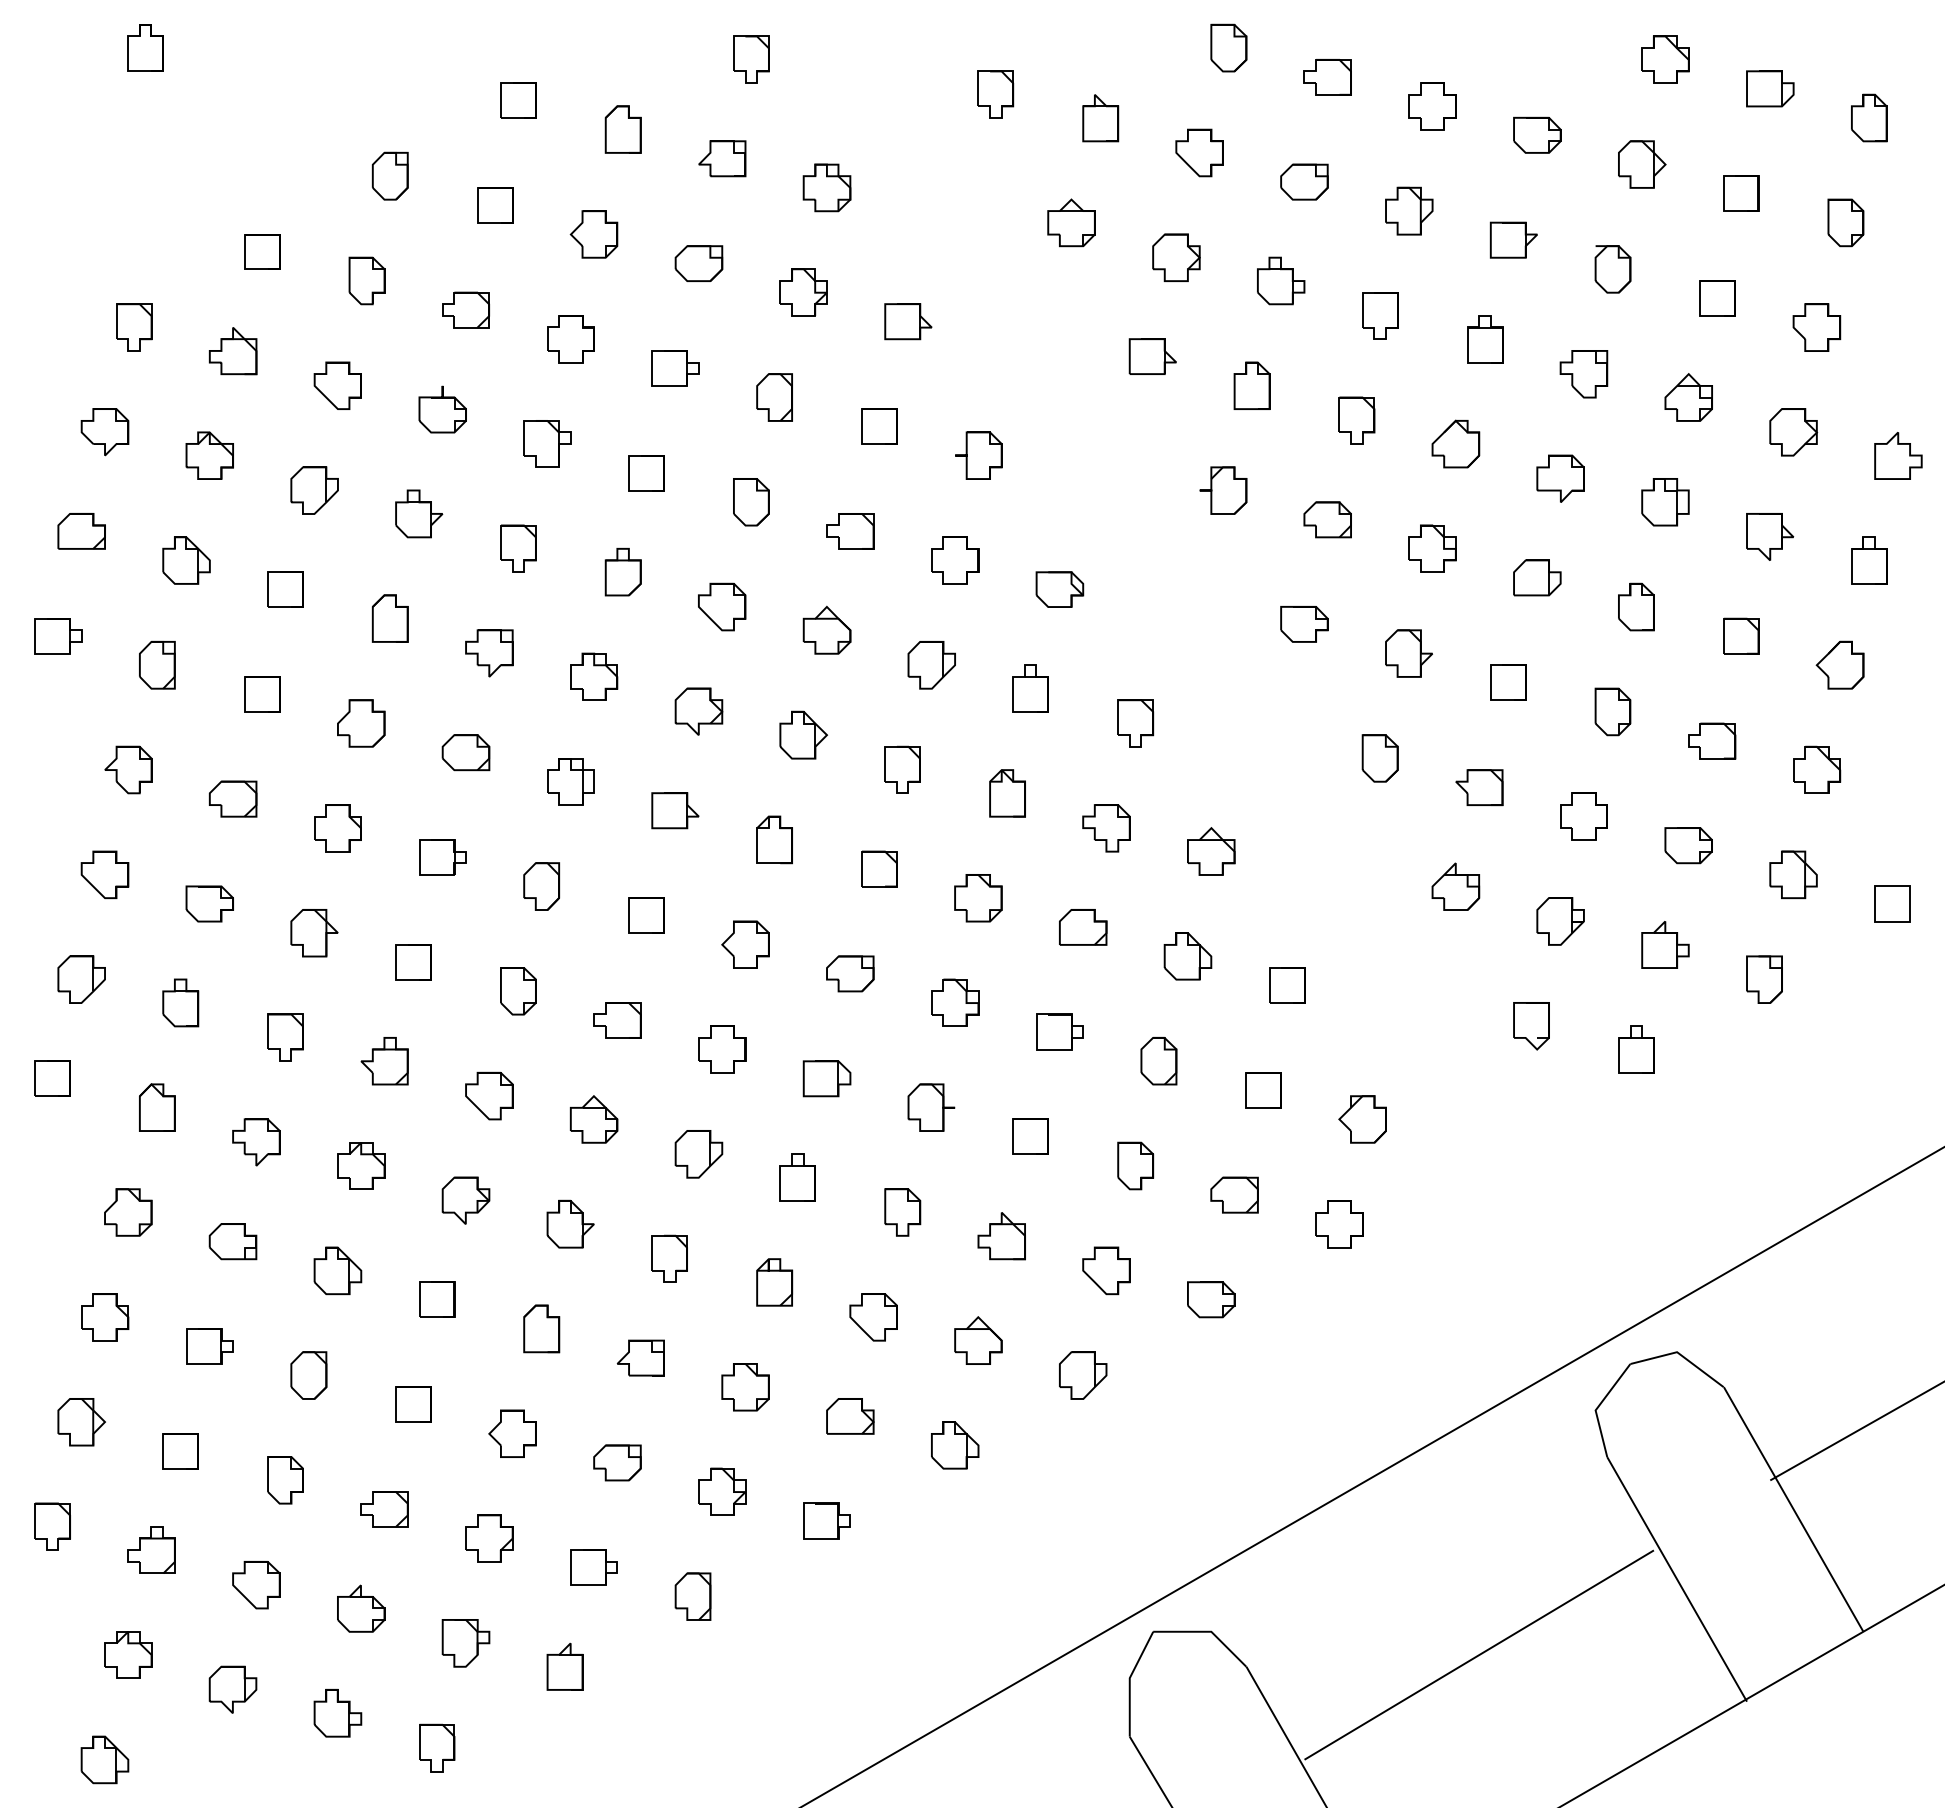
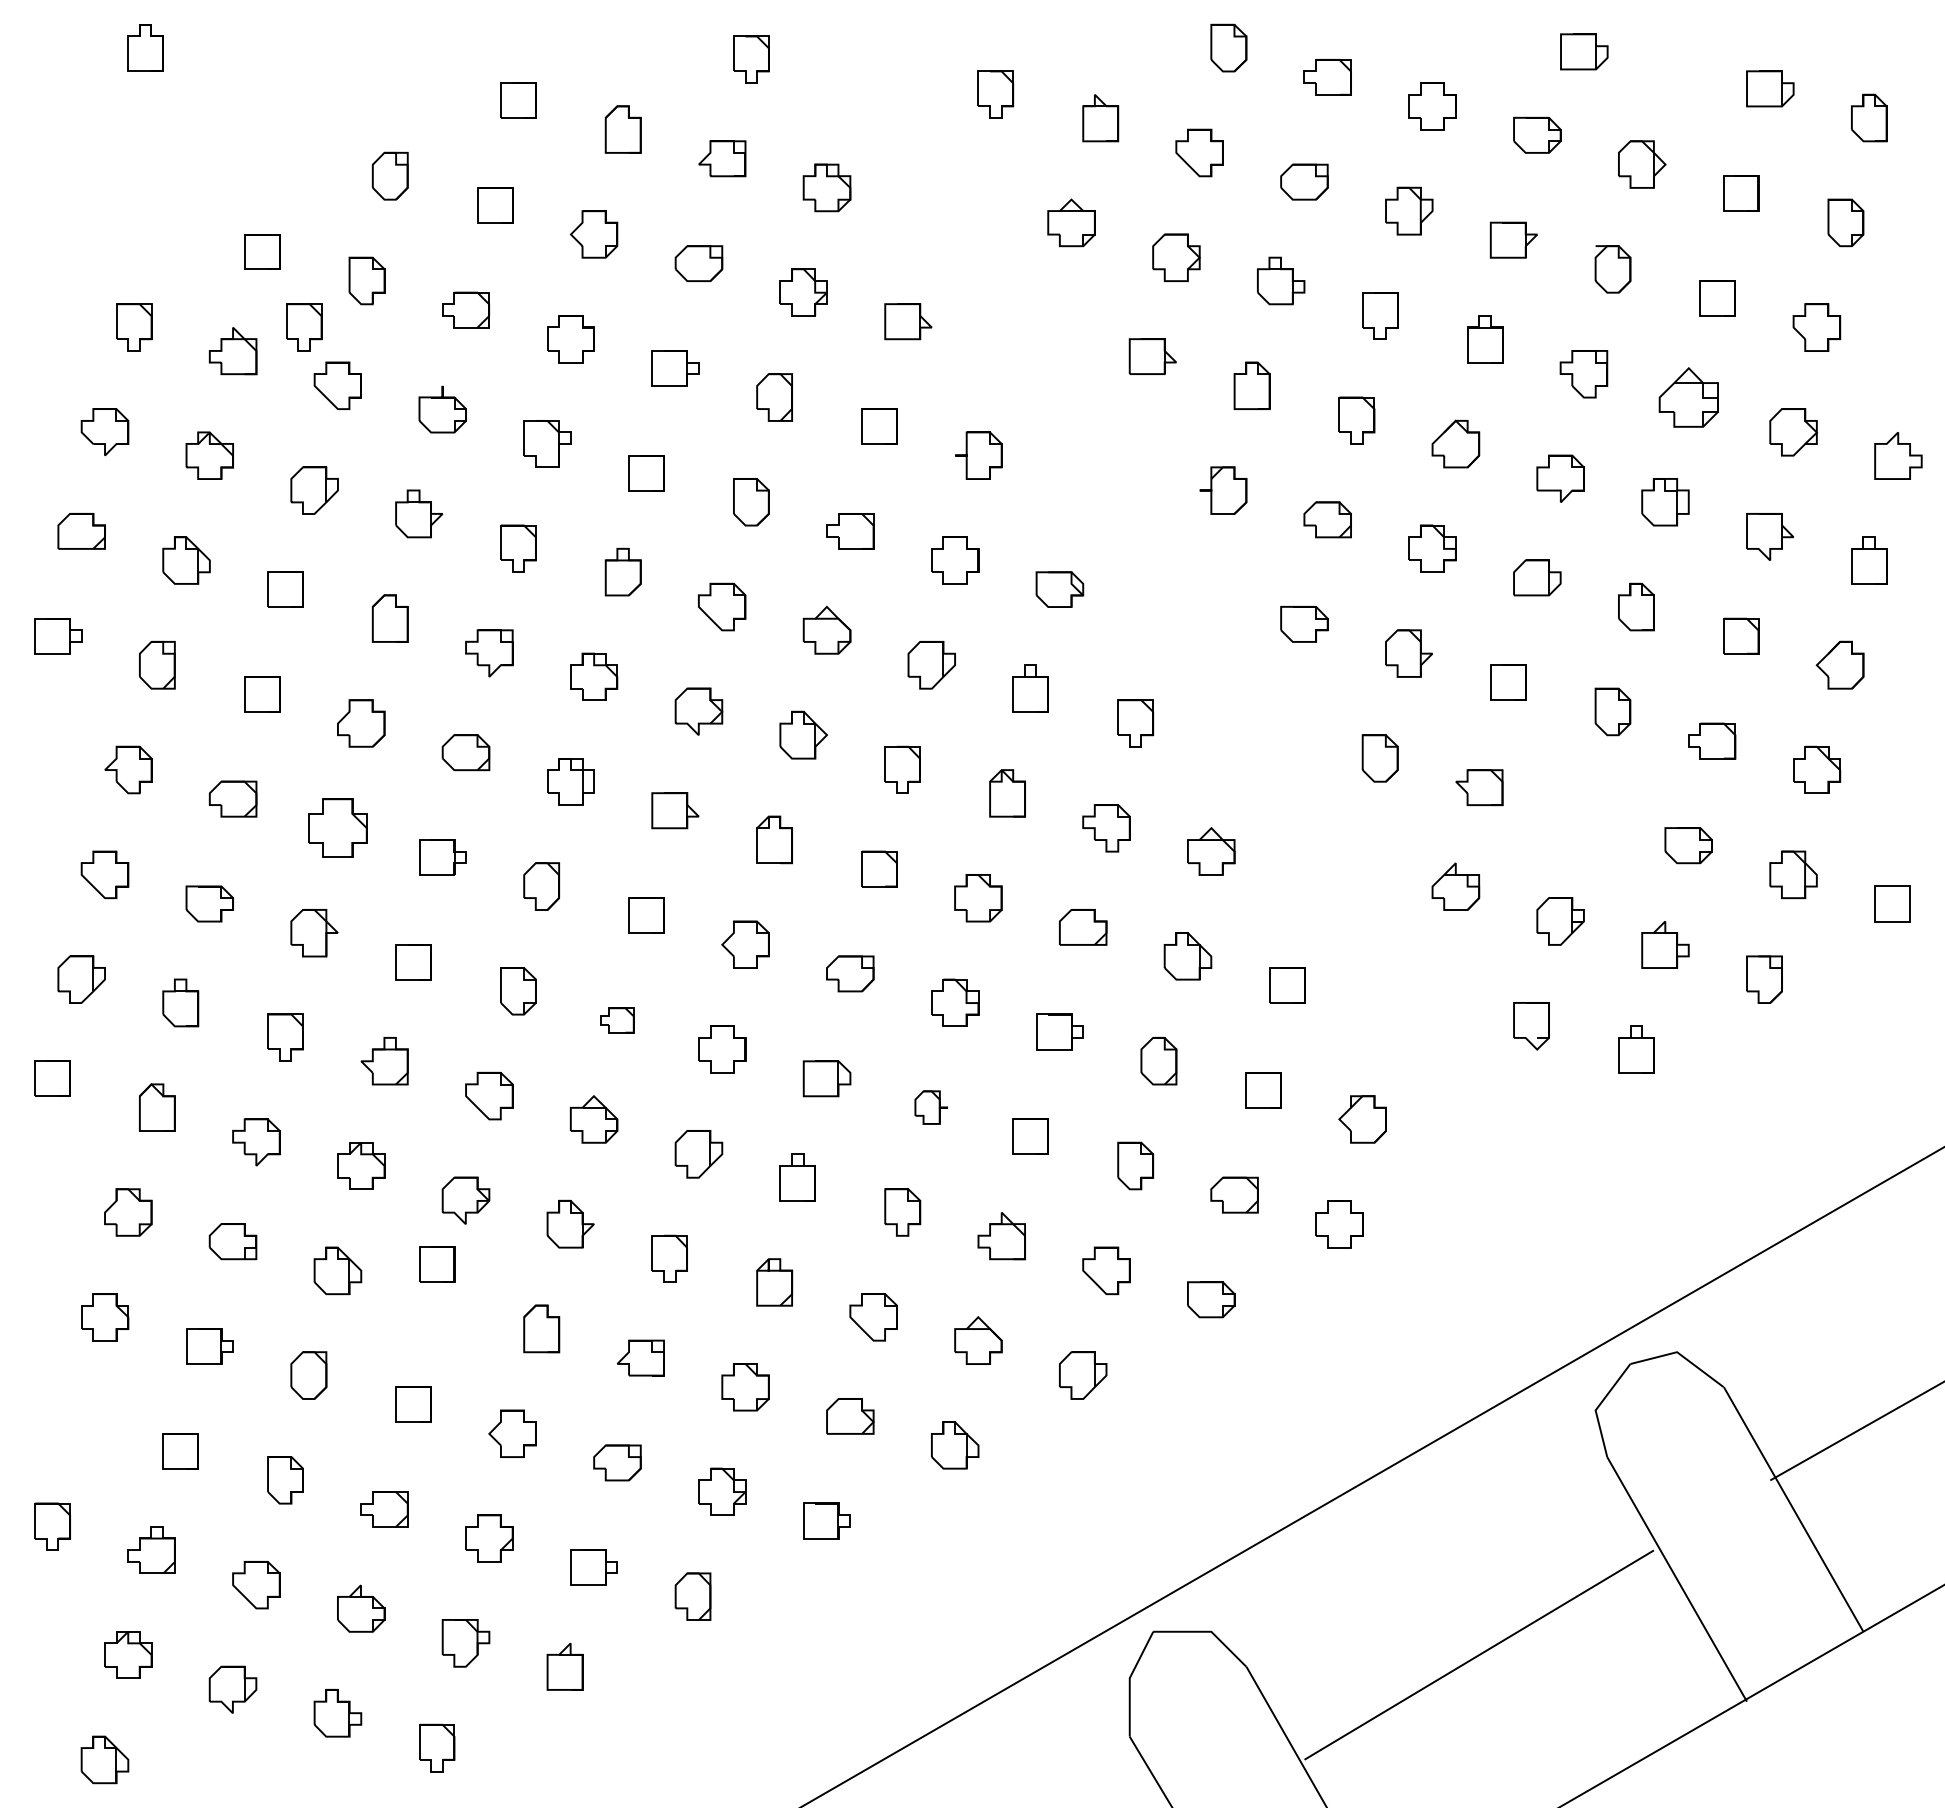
part at (1584, 51): none -> present
part at (1665, 59): present -> none
part at (304, 327): none -> present
part at (1688, 397) size: 49x49 px -> 61x61 px
part at (1583, 816): present -> none
part at (337, 828) size: 48x49 px -> 60x60 px
part at (617, 1020) size: 49x37 px -> 35x27 px
part at (931, 1107) size: 49x49 px -> 34x35 px
part at (437, 1299) position: (437, 1299) -> (437, 1264)
part at (81, 1422): present -> none
